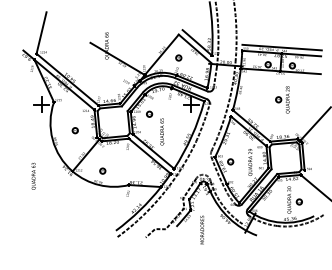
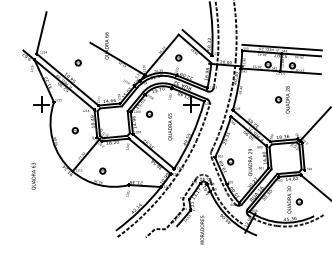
part at (77, 62): none -> present
text at (162, 131) position: (162, 131) -> (170, 126)
